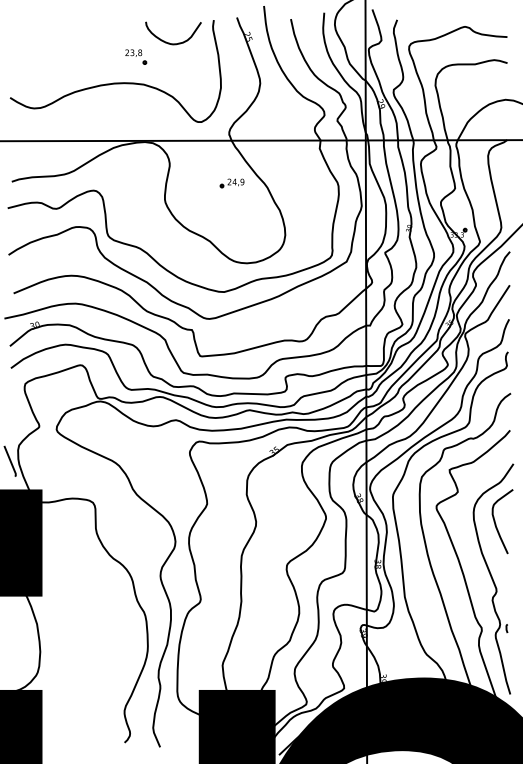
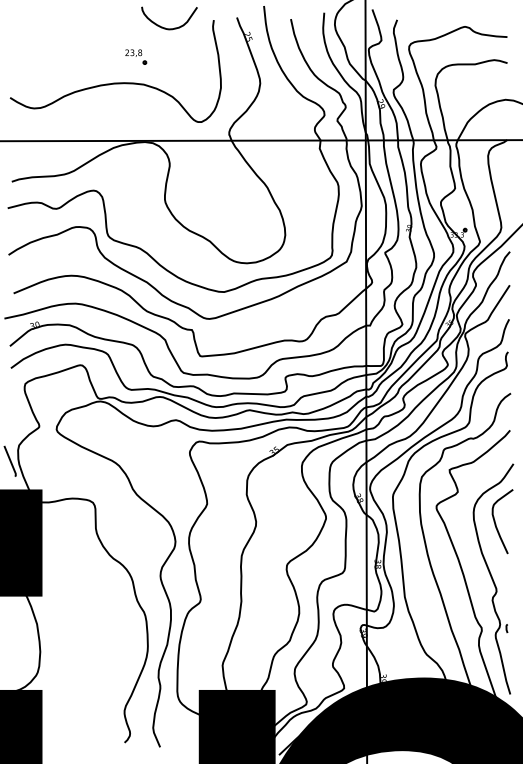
curve at (169, 42) position: (169, 42) -> (165, 27)
part at (231, 183): present -> none
